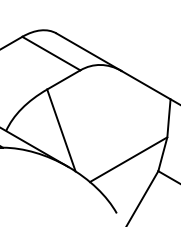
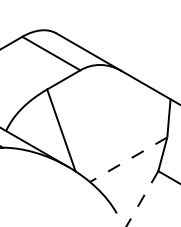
line at (128, 159): solid -> dashed
line at (142, 199): solid -> dashed
